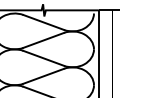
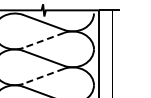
line at (43, 40): solid -> dashed
line at (43, 76): solid -> dashed
